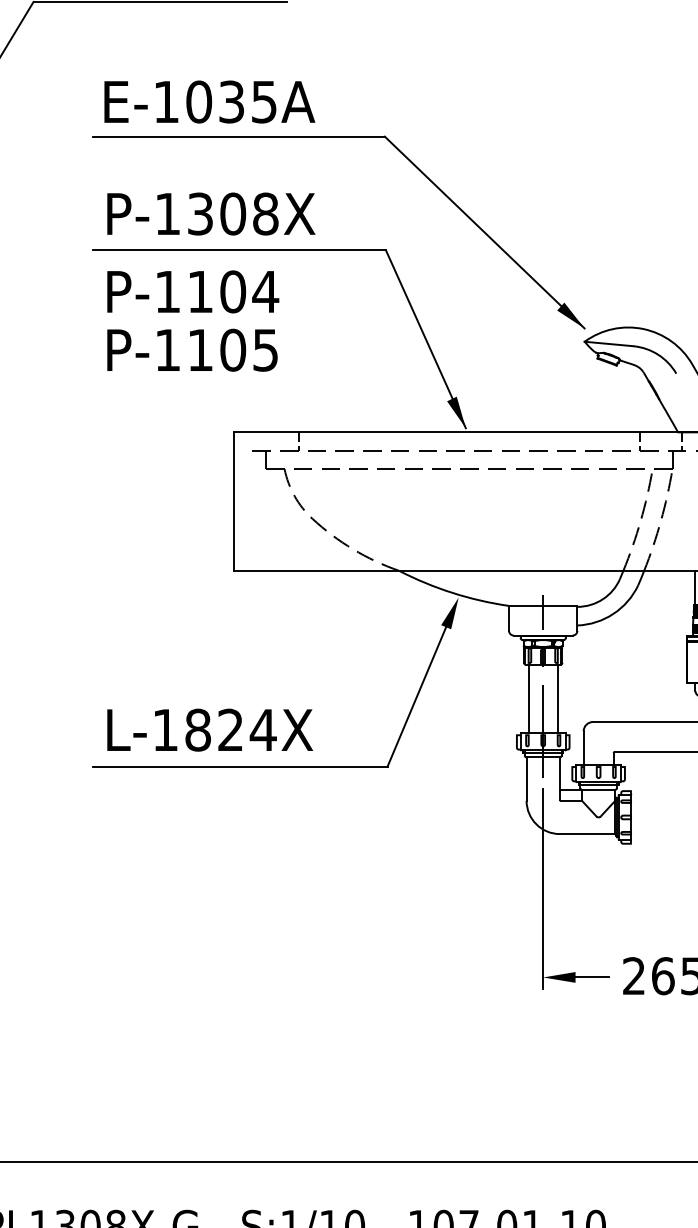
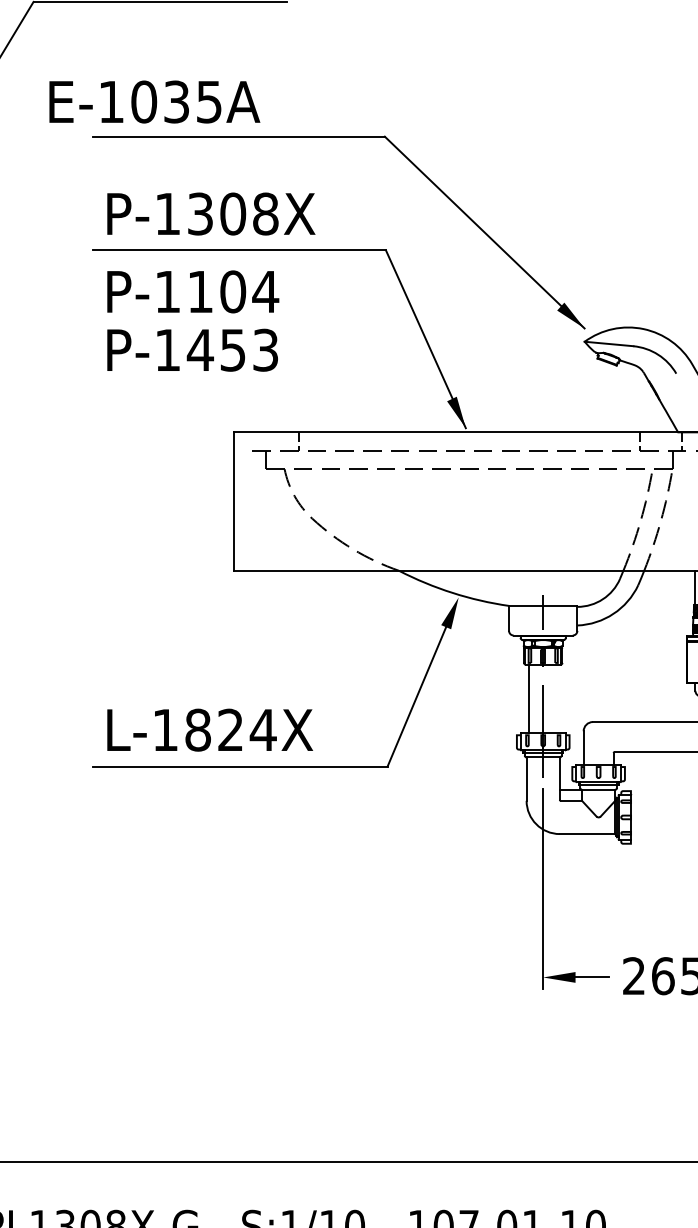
text at (209, 101) position: (209, 101) -> (154, 101)
text at (231, 349): P-1105 -> P-1453
line at (557, 698): present -> none
